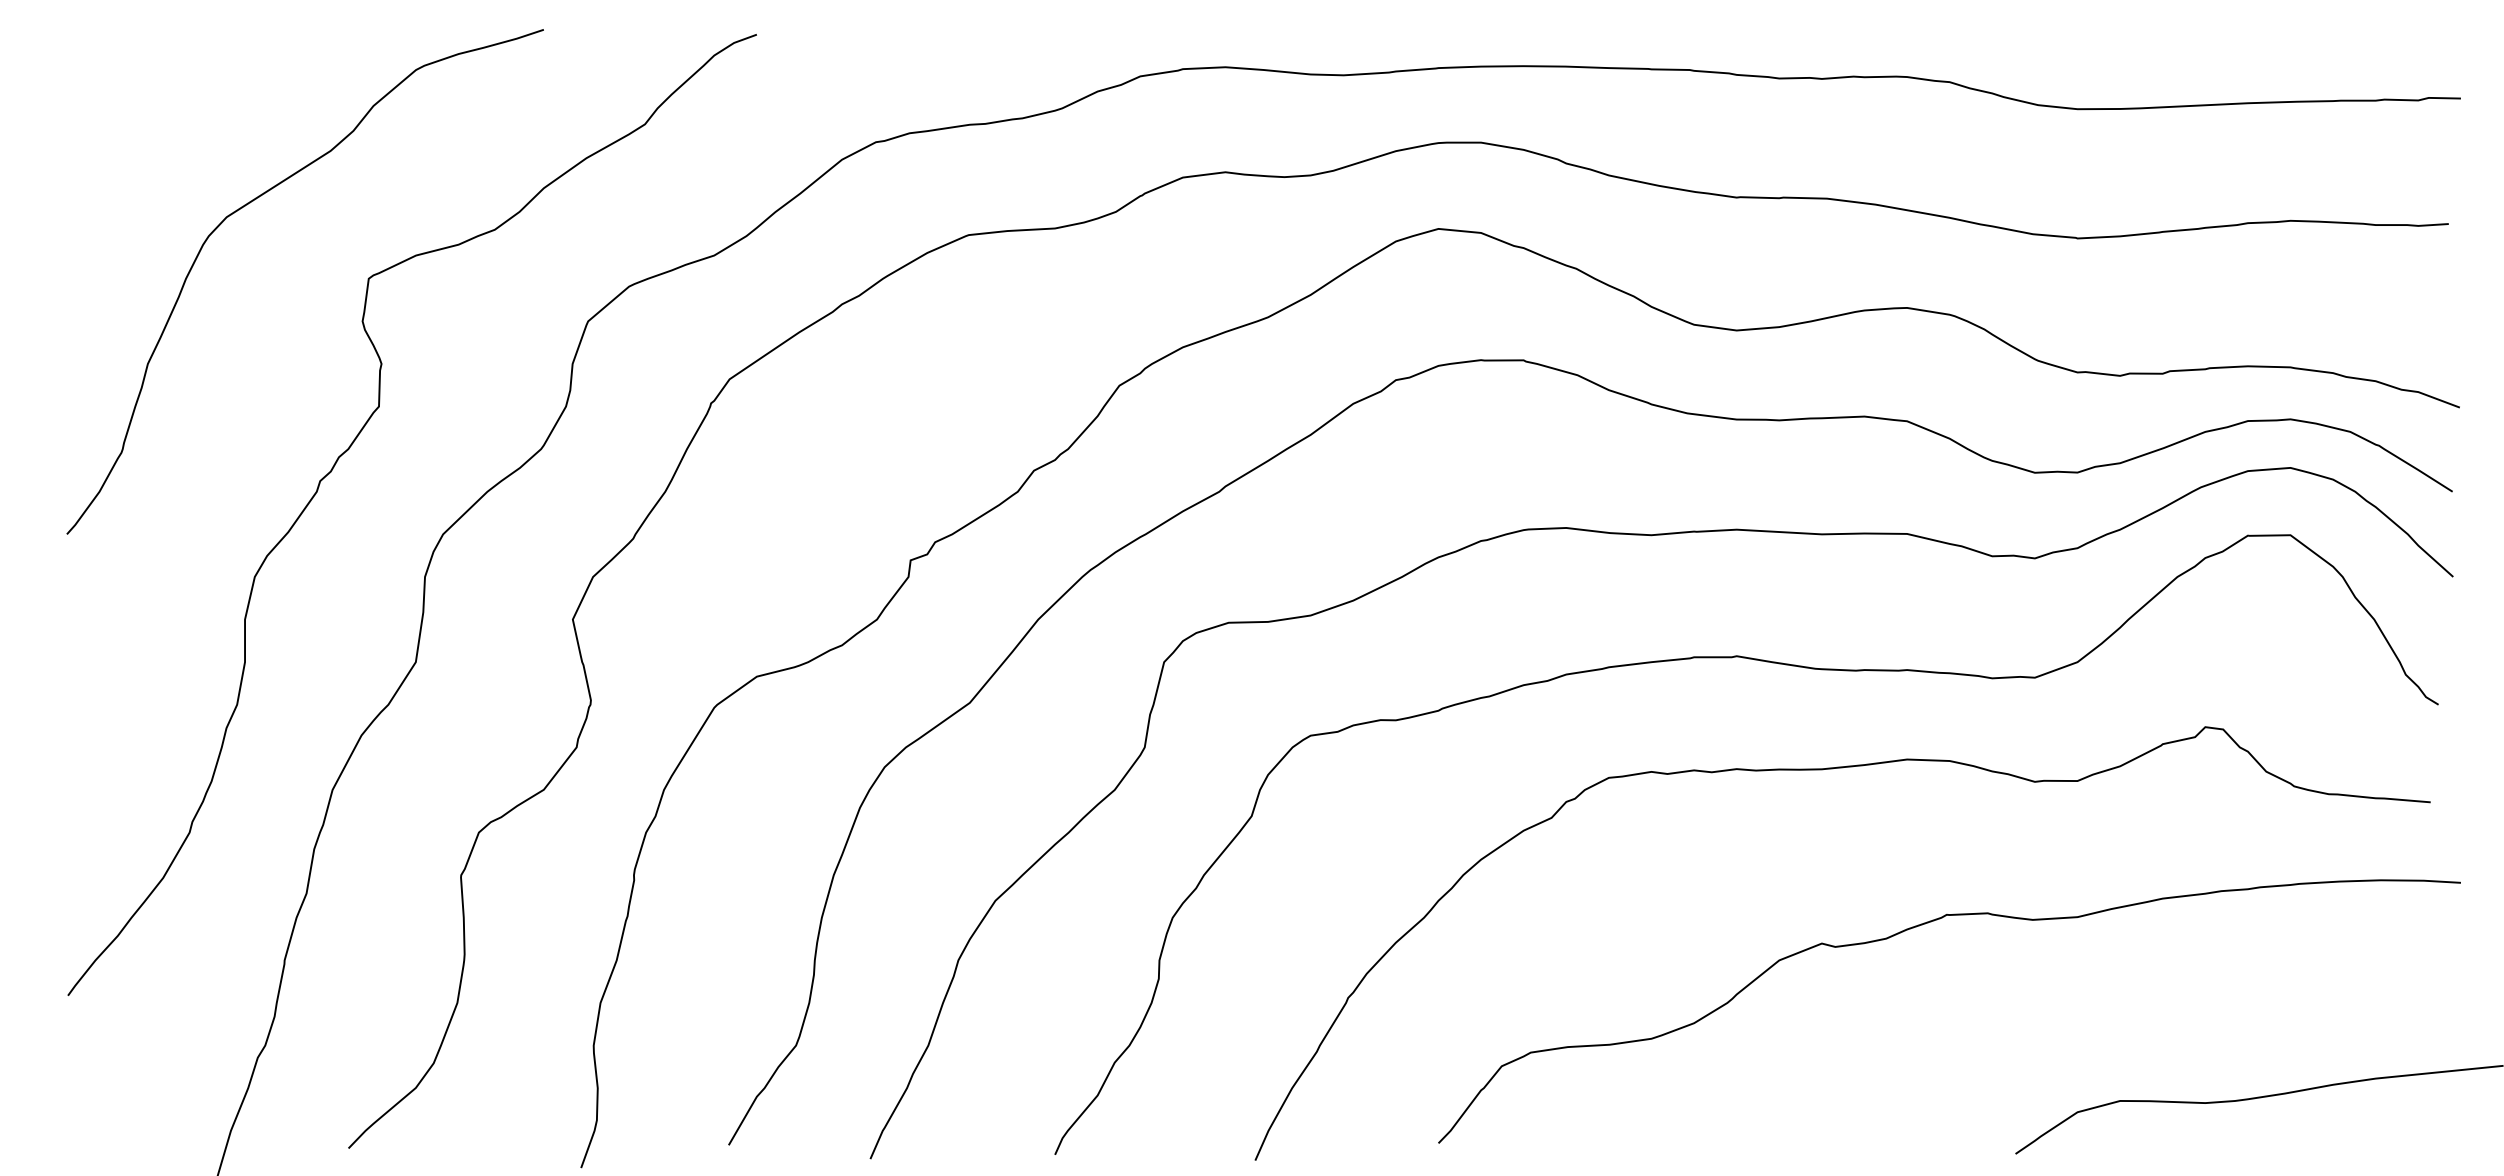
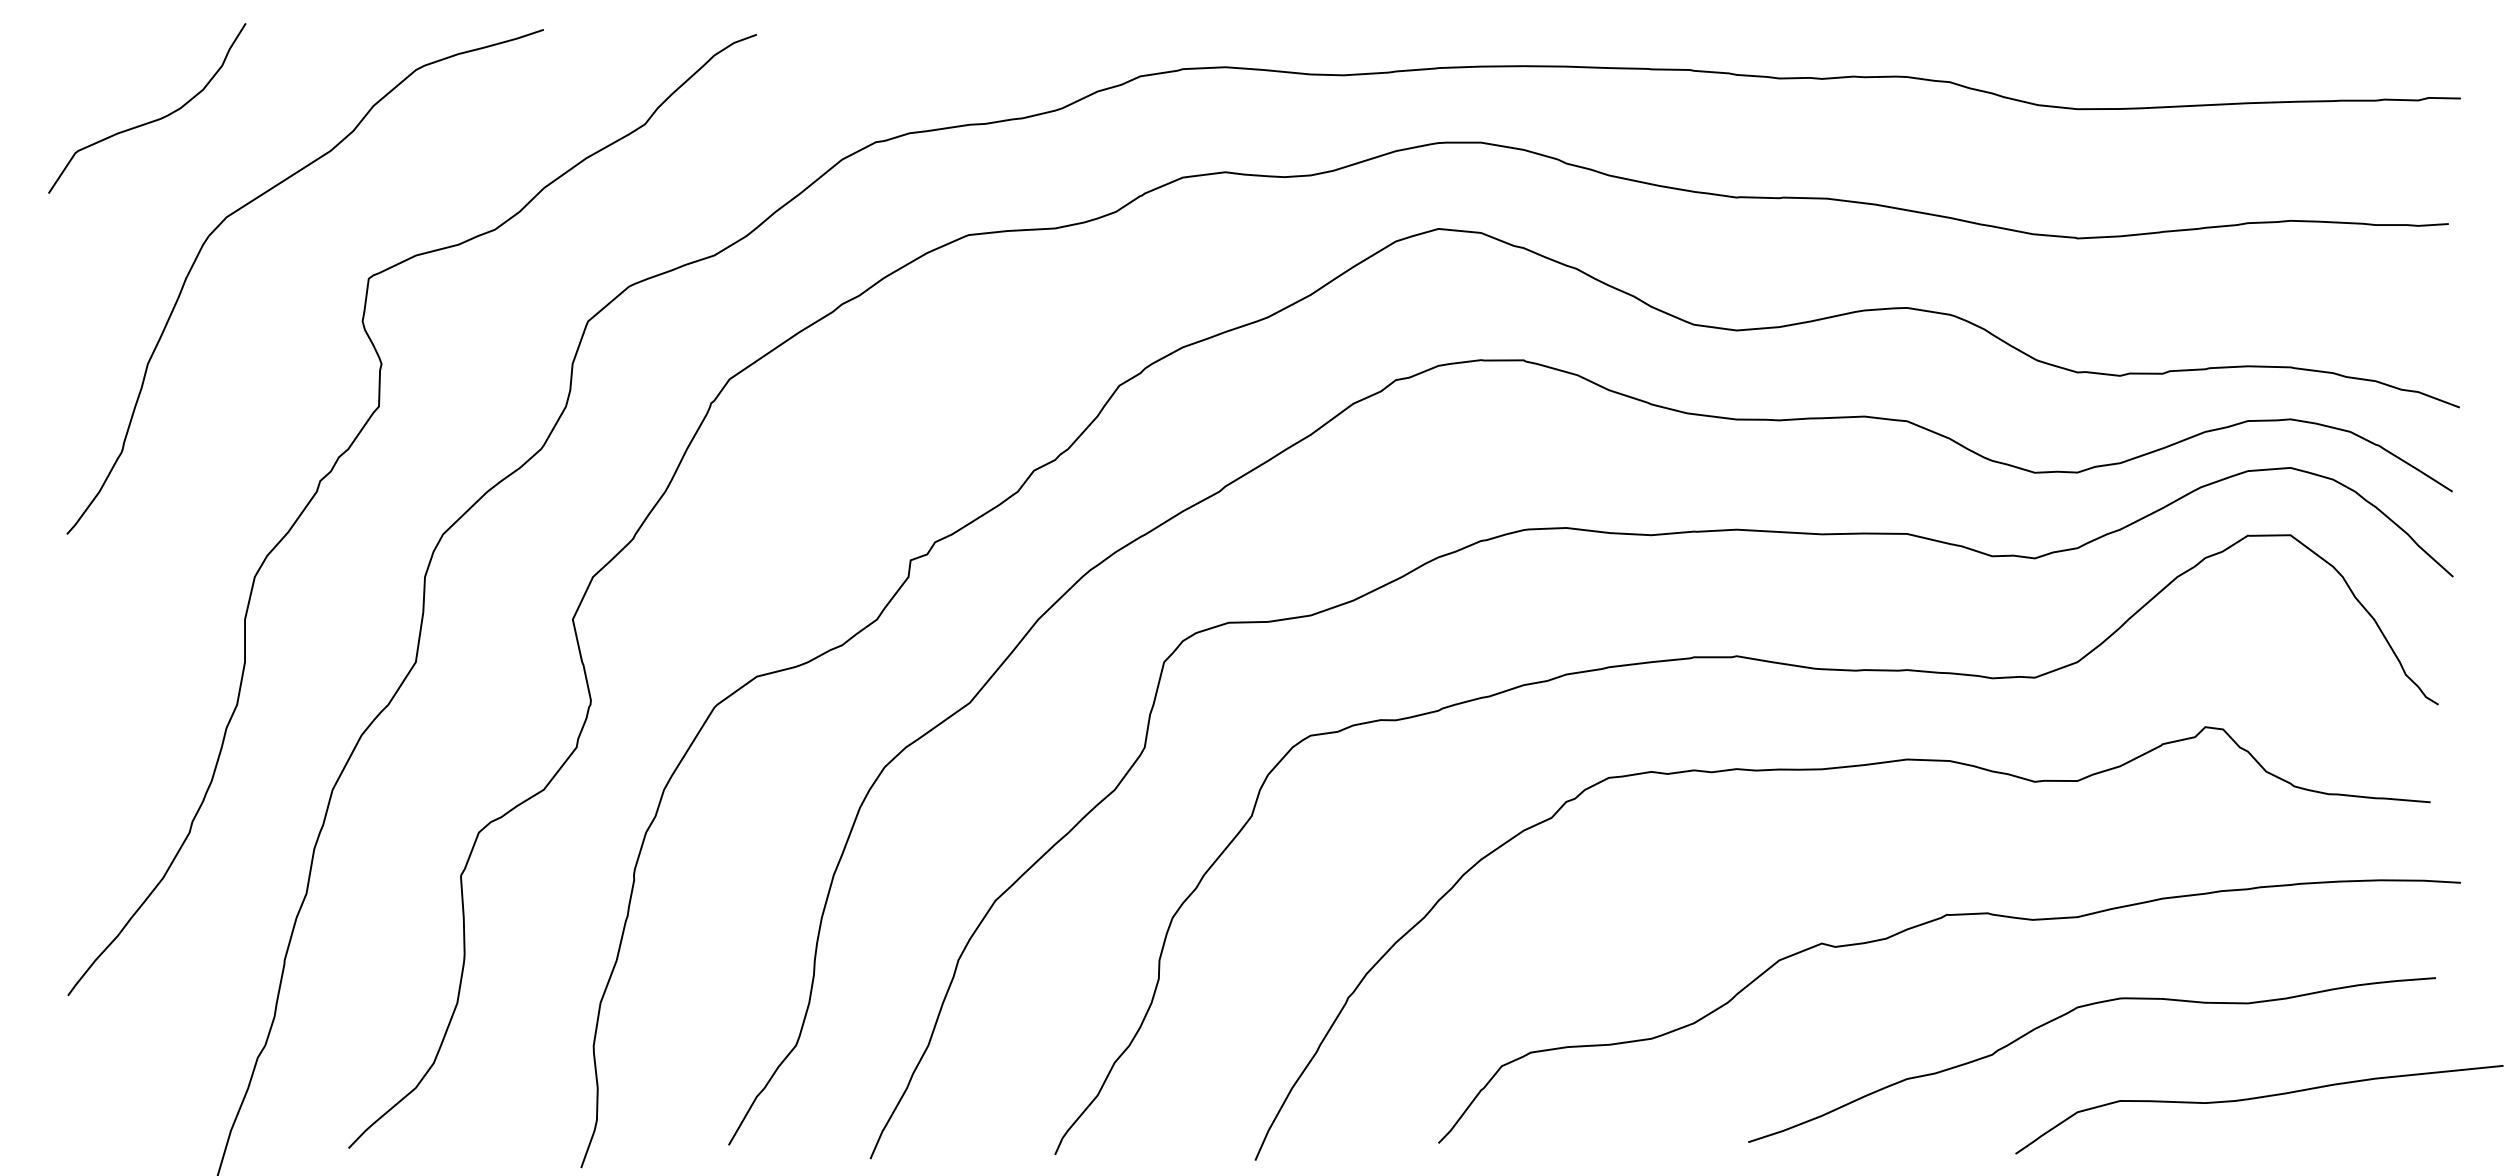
curve at (152, 120): none -> present
curve at (2069, 1013): none -> present
